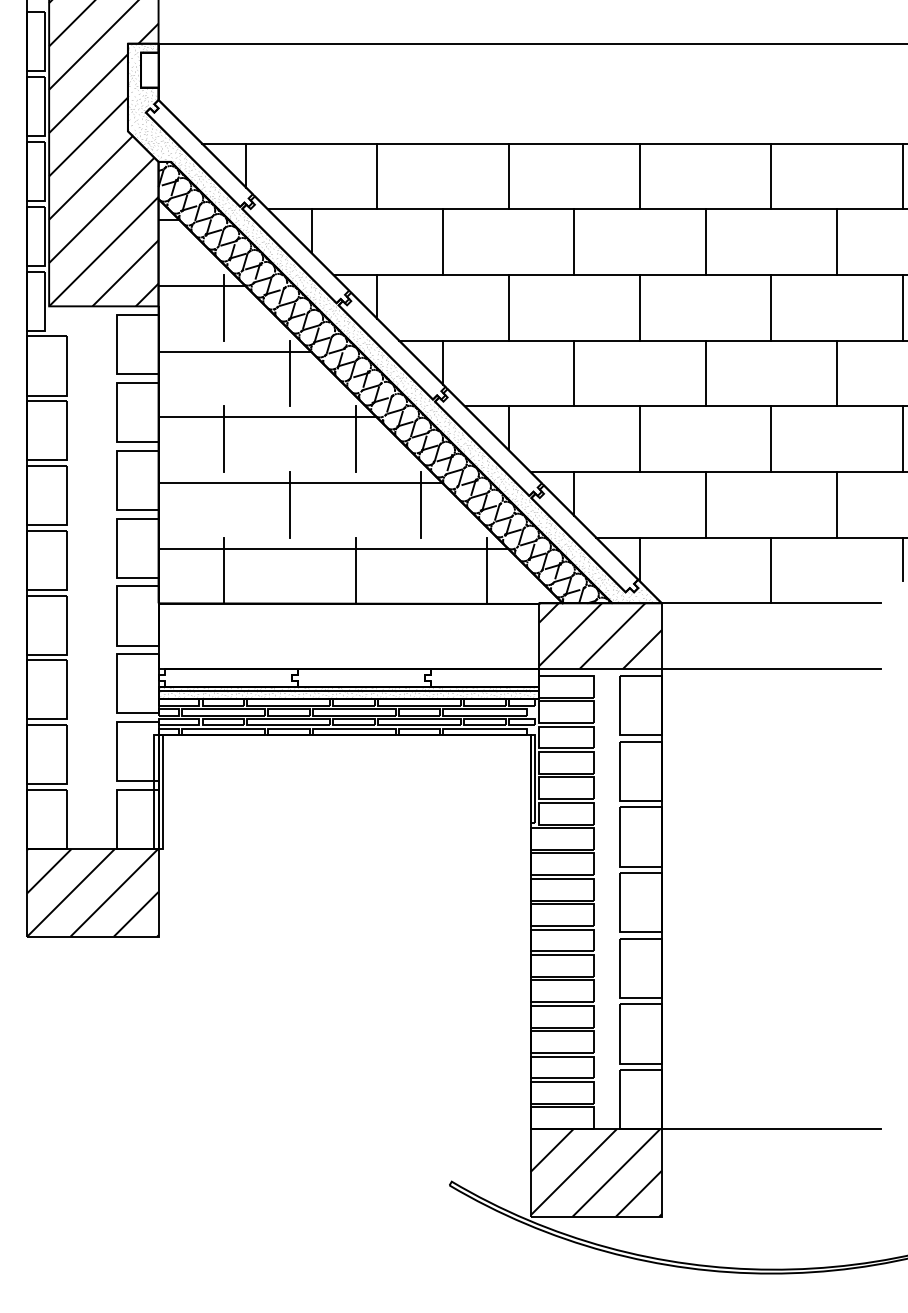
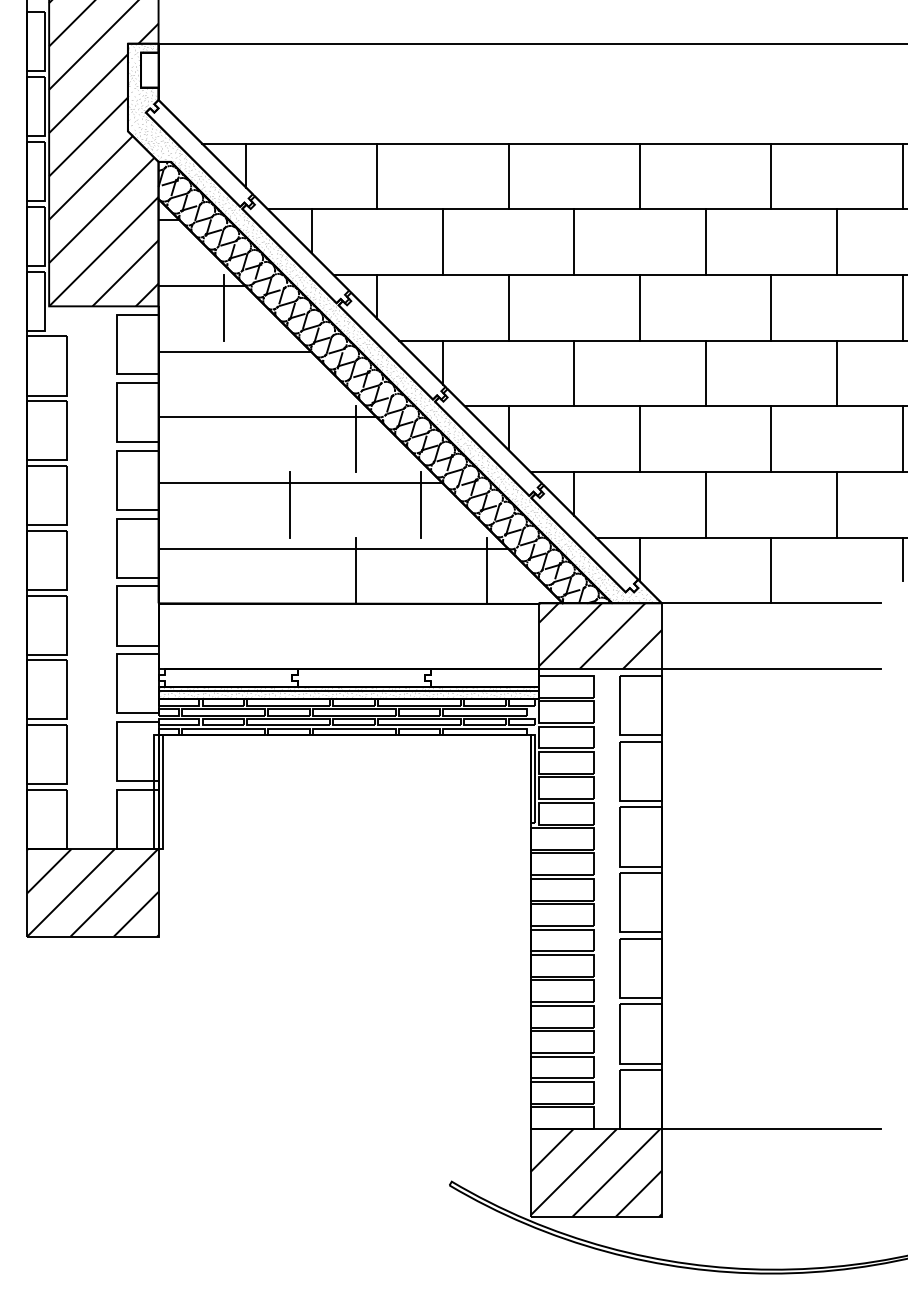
line at (289, 373): present -> none
line at (224, 439): present -> none
line at (224, 570): present -> none
